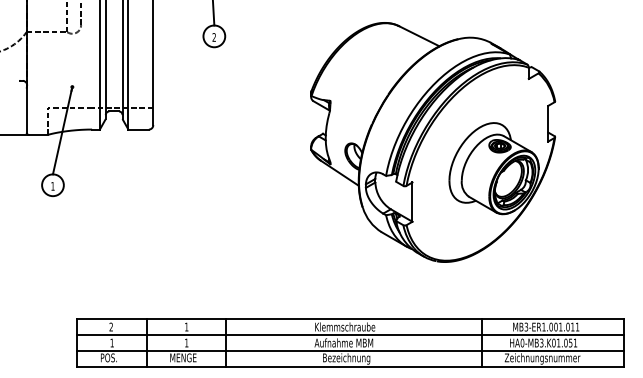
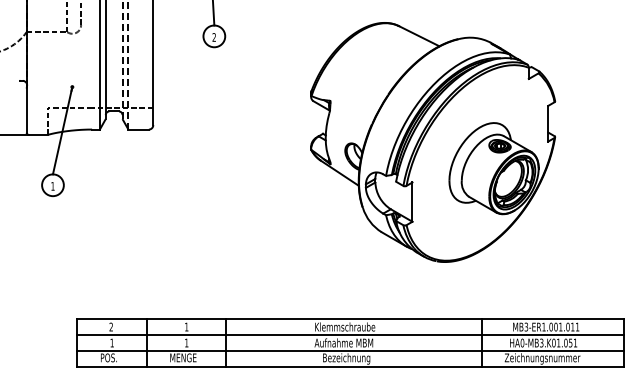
line at (122, 59): solid -> dashed
line at (128, 64): solid -> dashed
